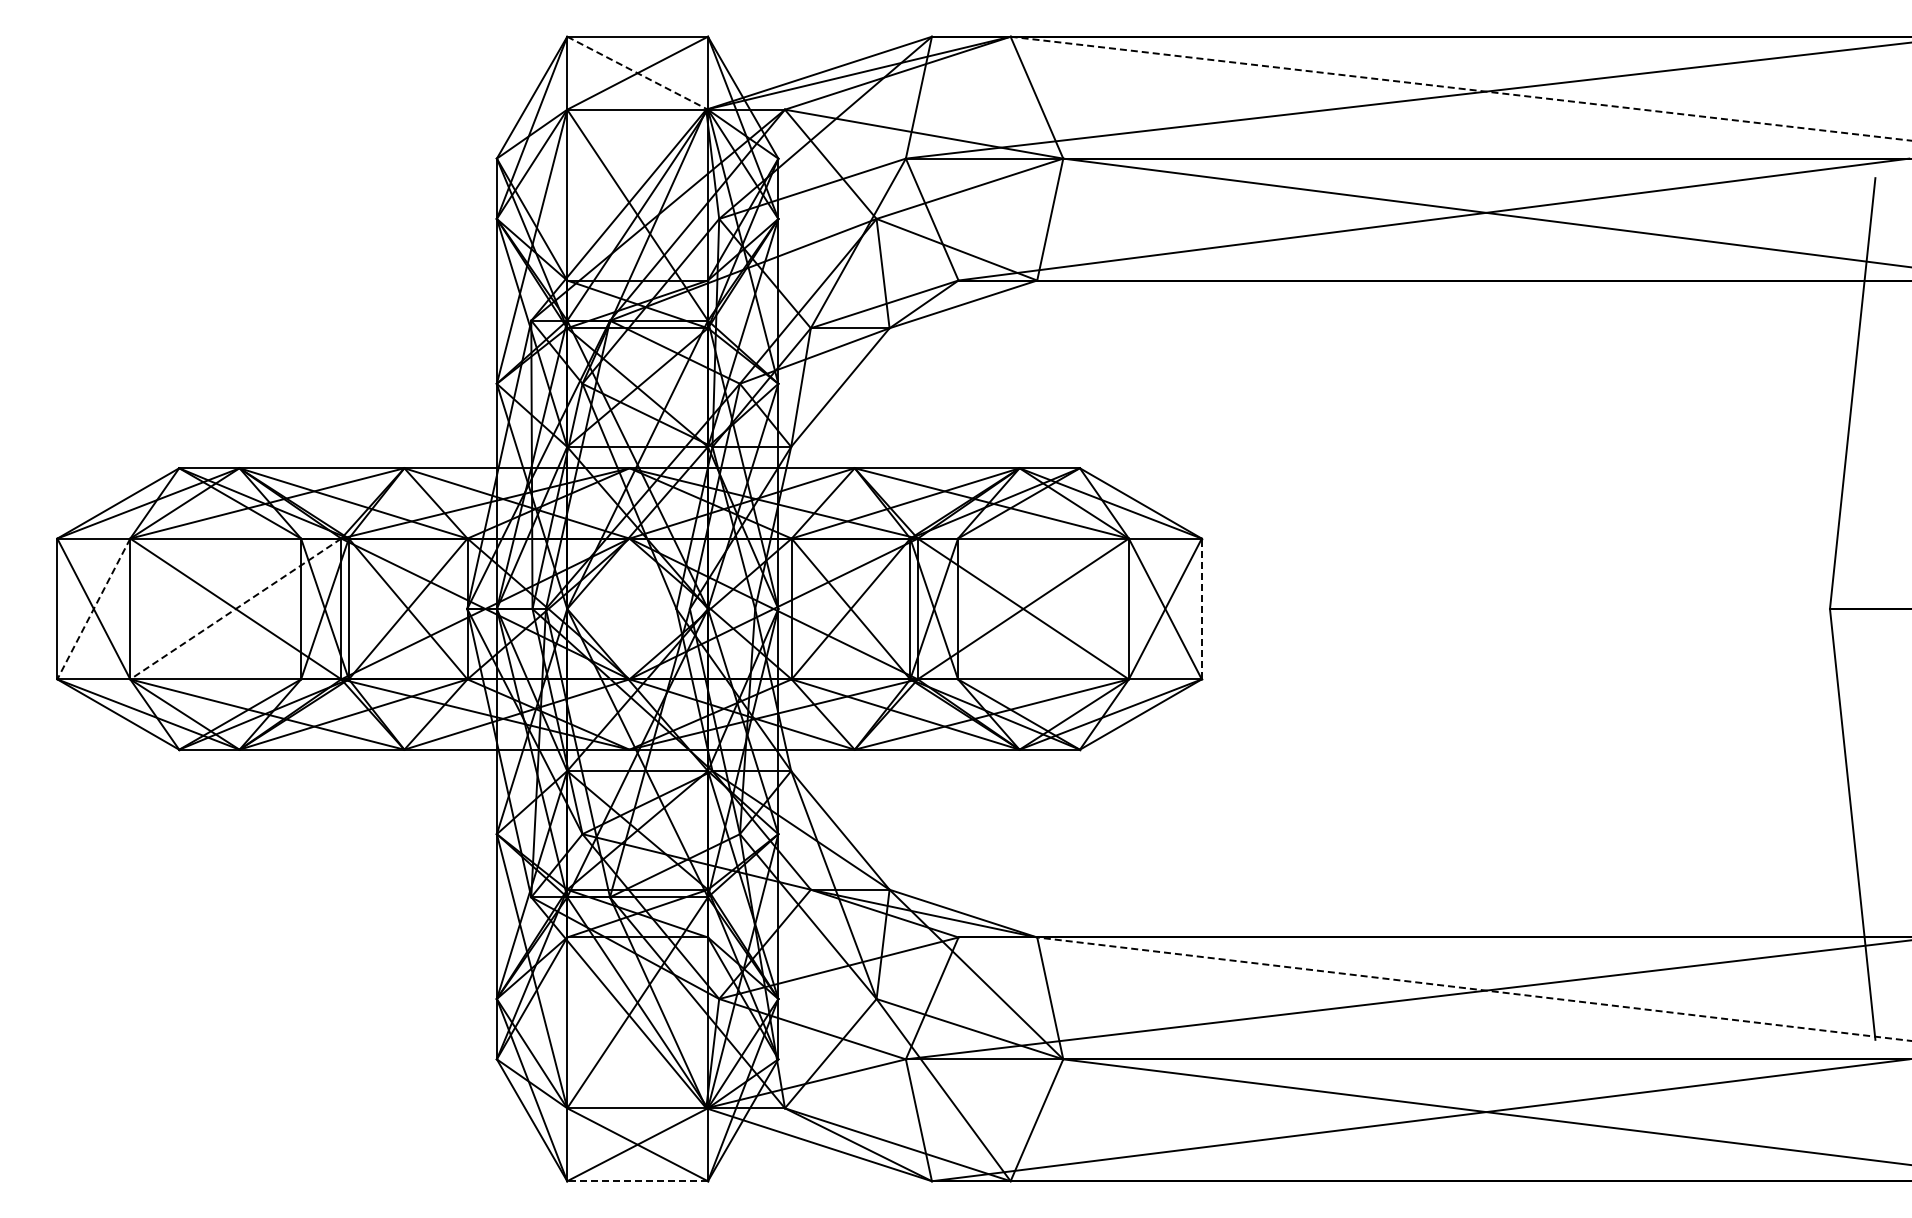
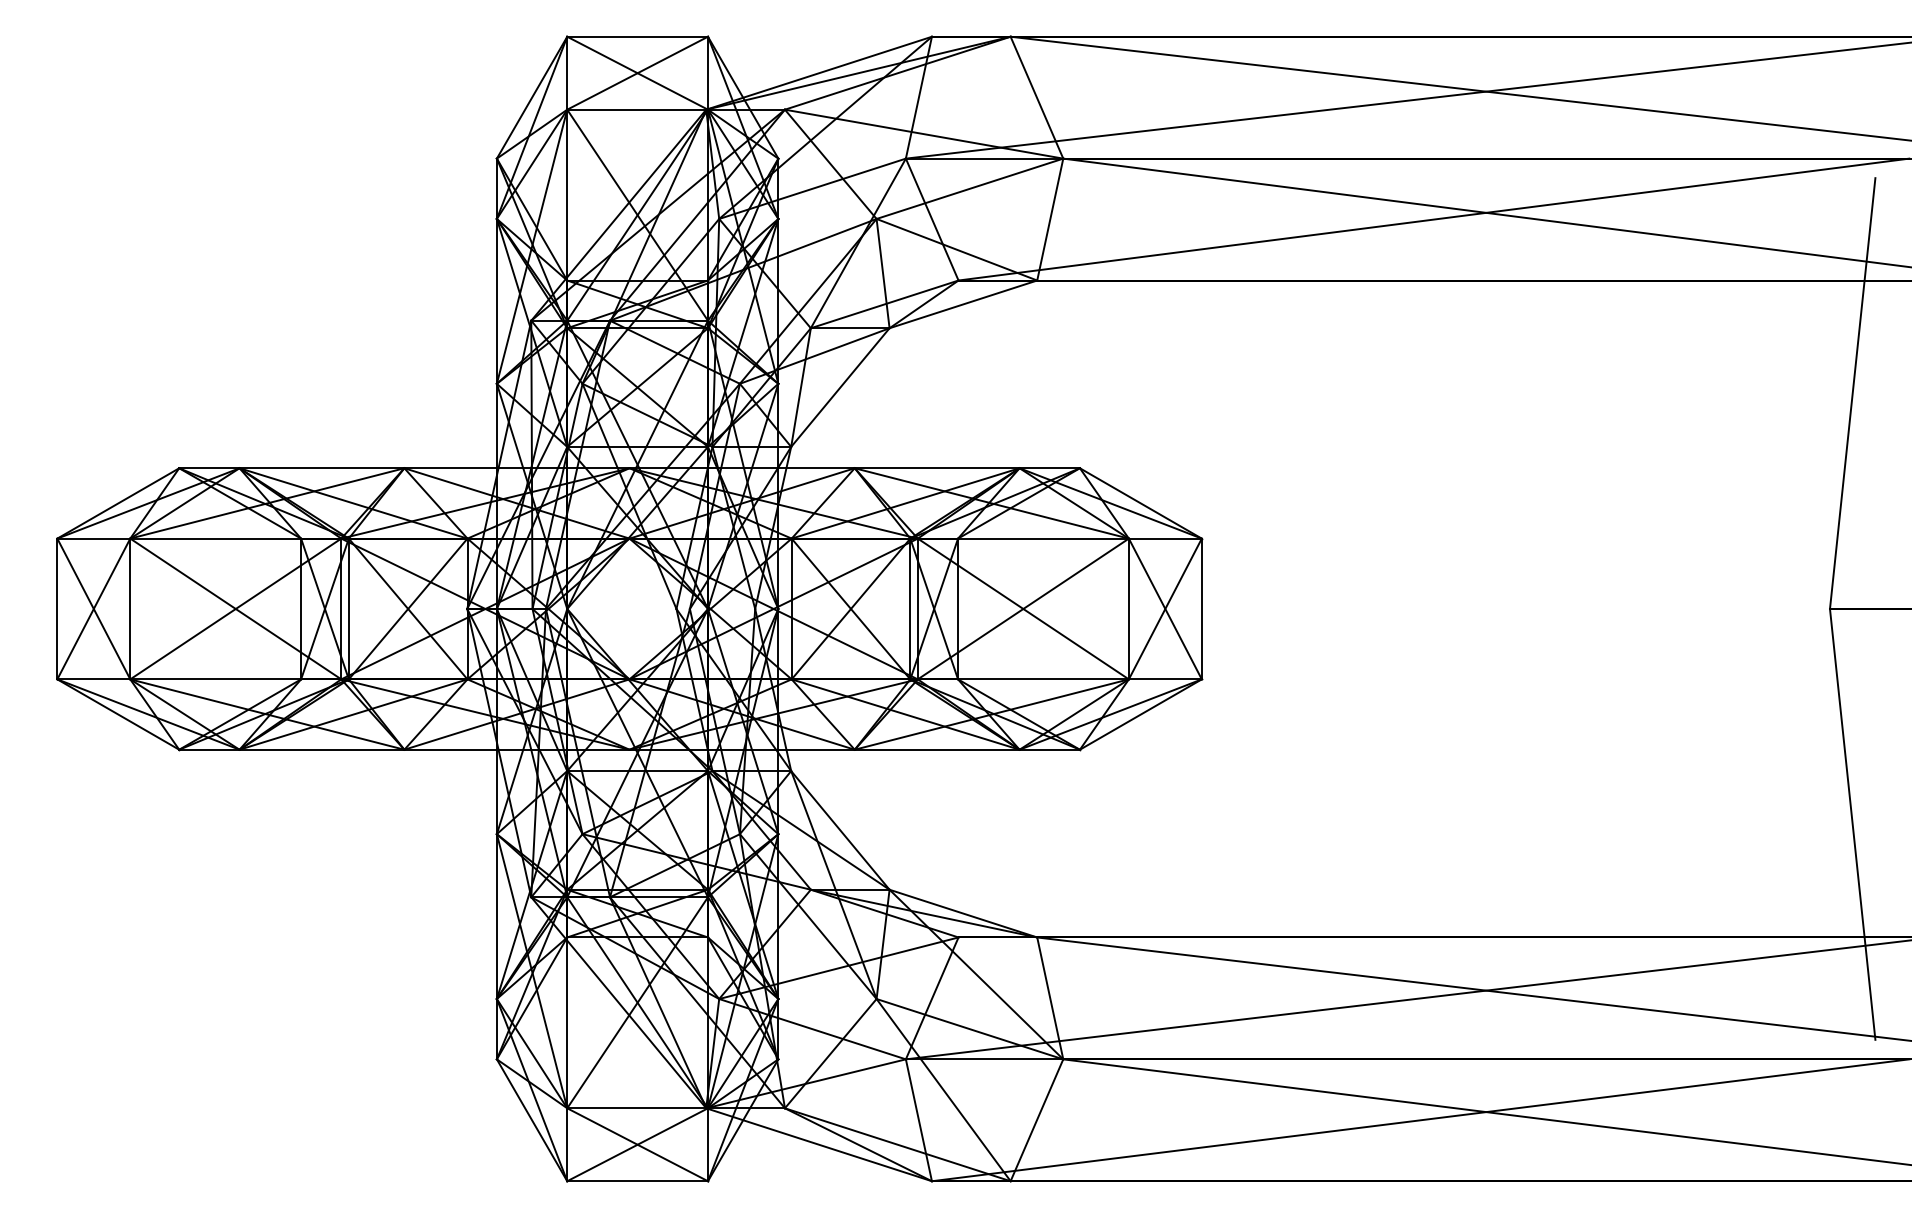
line at (638, 73): dashed -> solid
line at (1461, 88): dashed -> solid
line at (1201, 608): dashed -> solid
line at (93, 609): dashed -> solid
line at (235, 609): dashed -> solid
line at (1474, 989): dashed -> solid
line at (637, 1181): dashed -> solid
